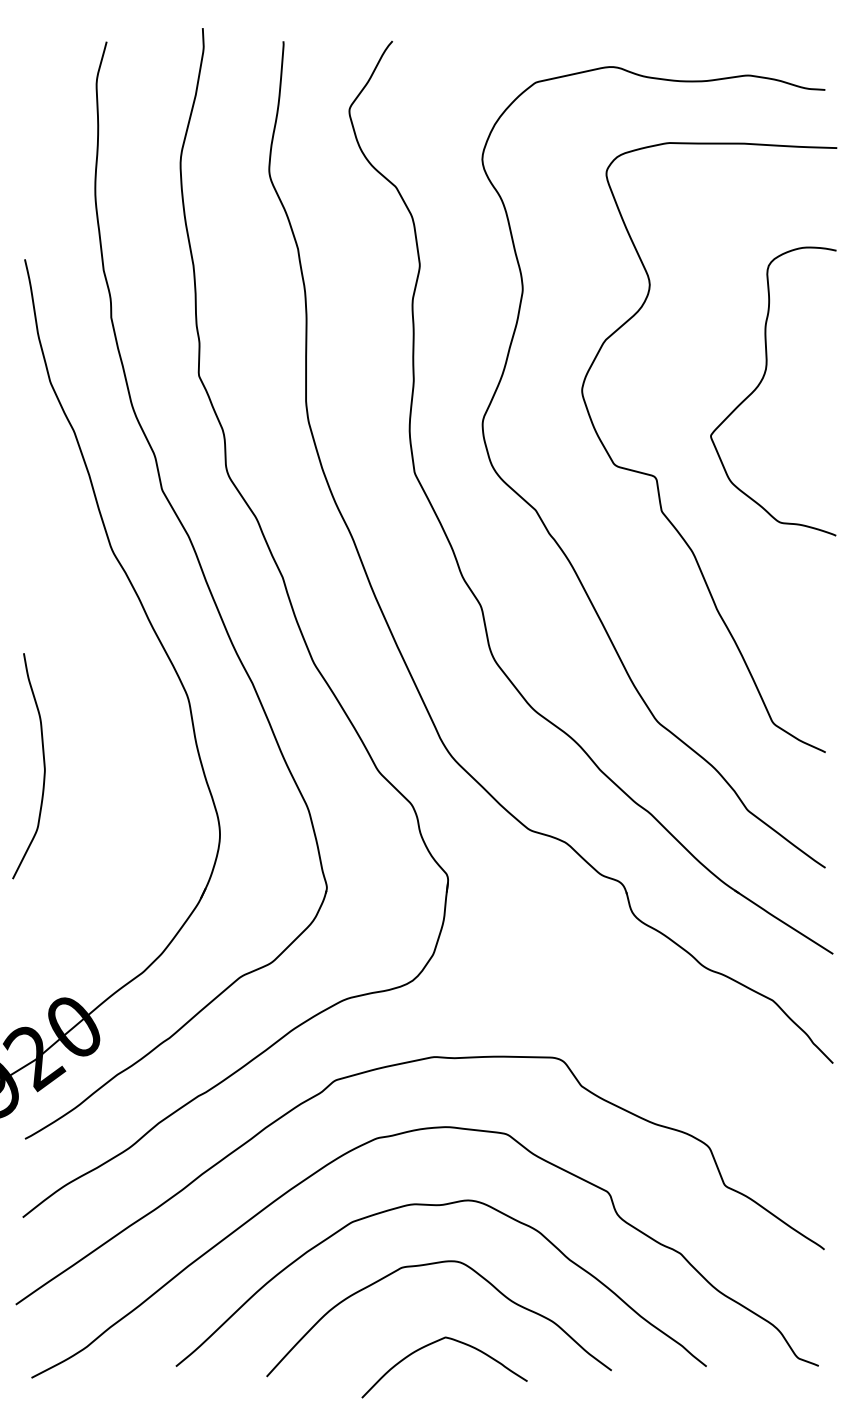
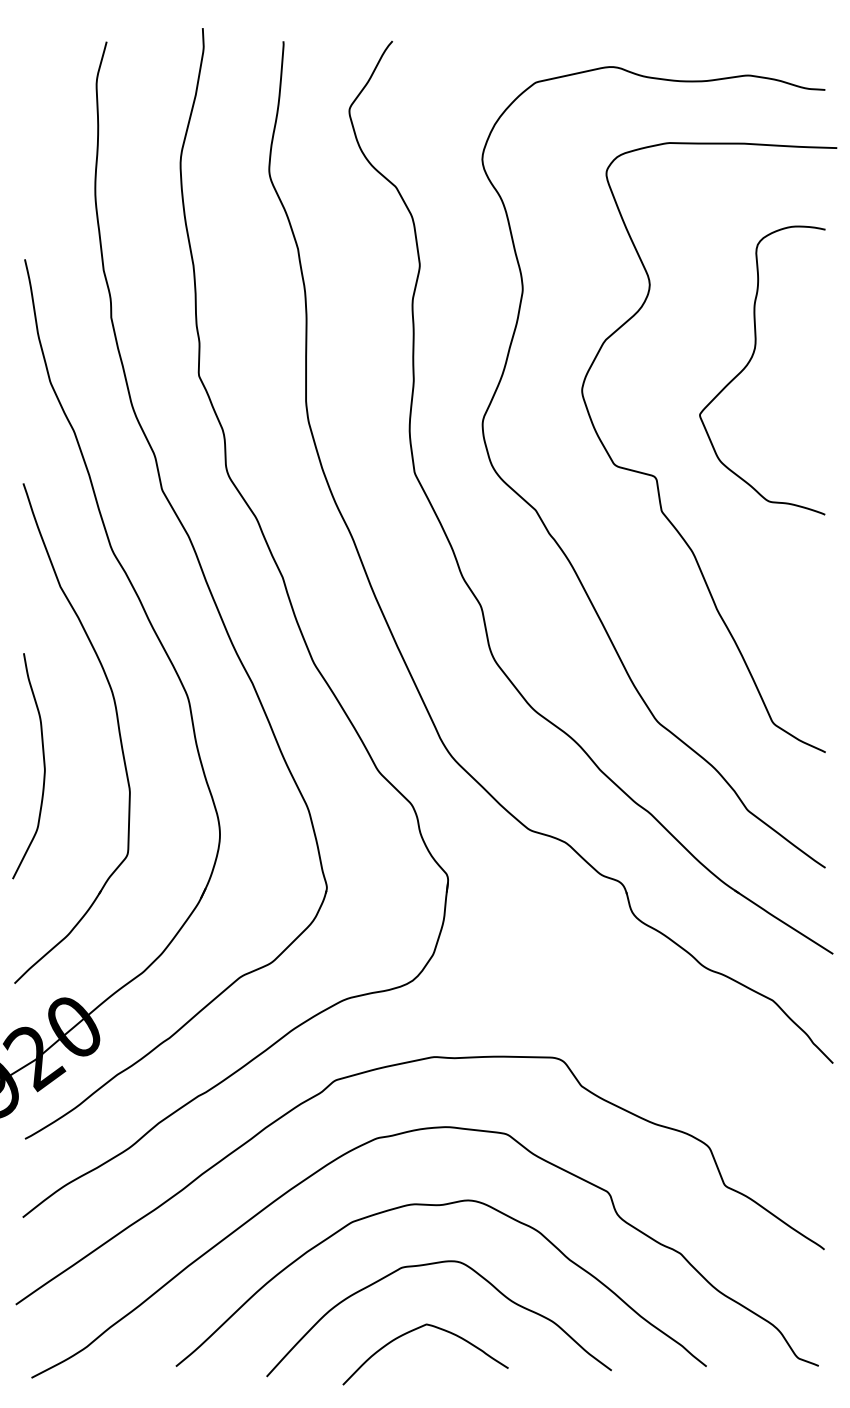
curve at (760, 384) position: (760, 384) -> (749, 363)
part at (117, 726): none -> present
curve at (432, 1344) position: (432, 1344) -> (413, 1331)
